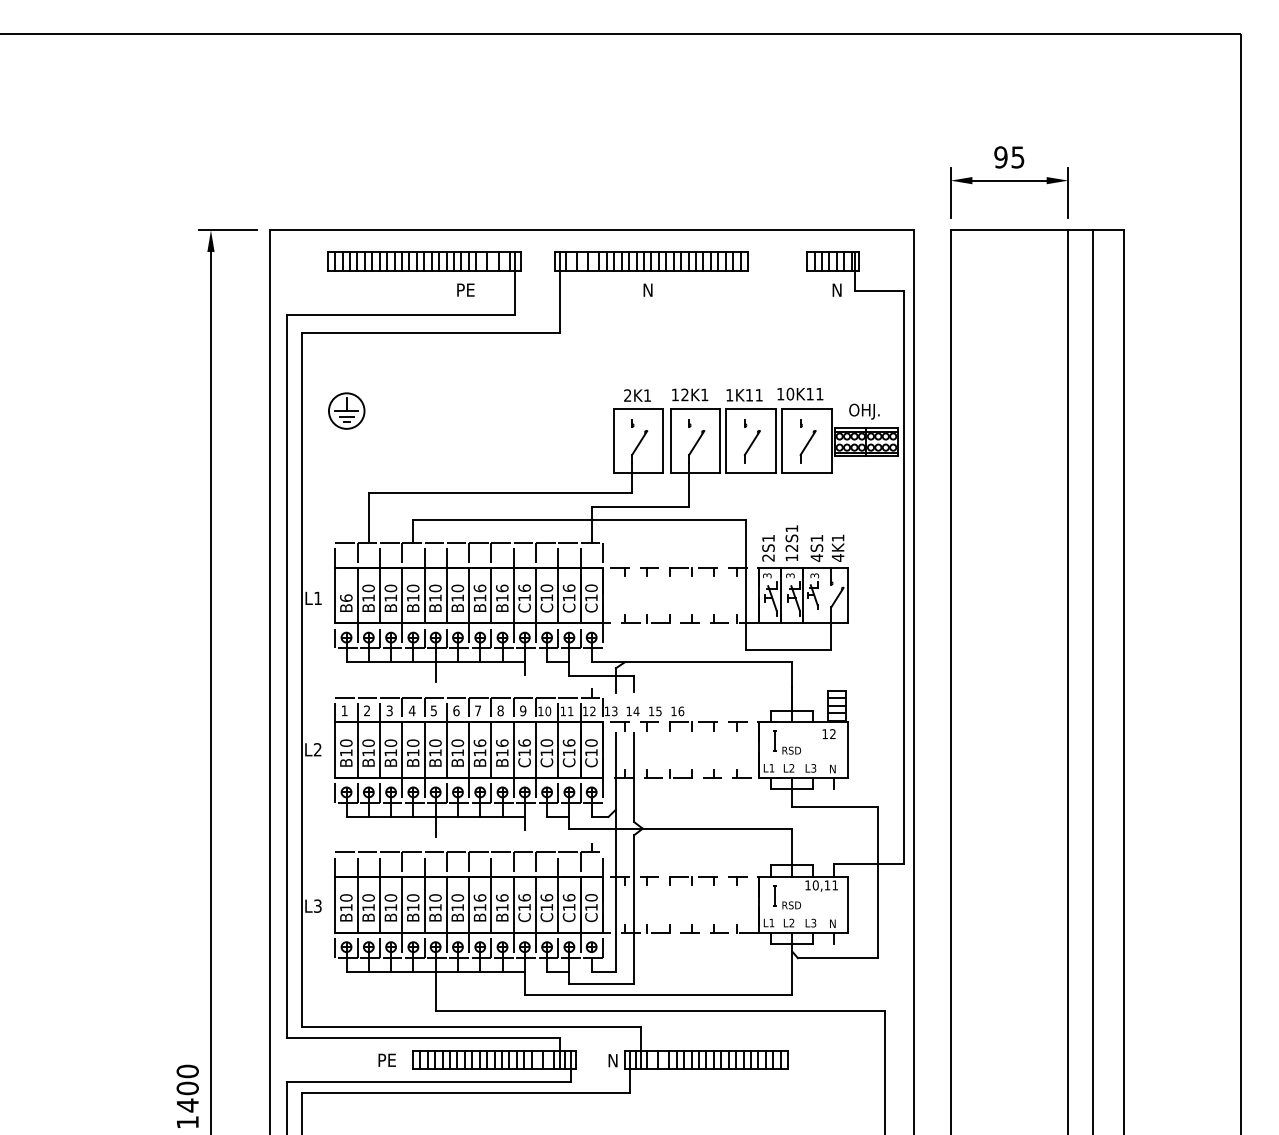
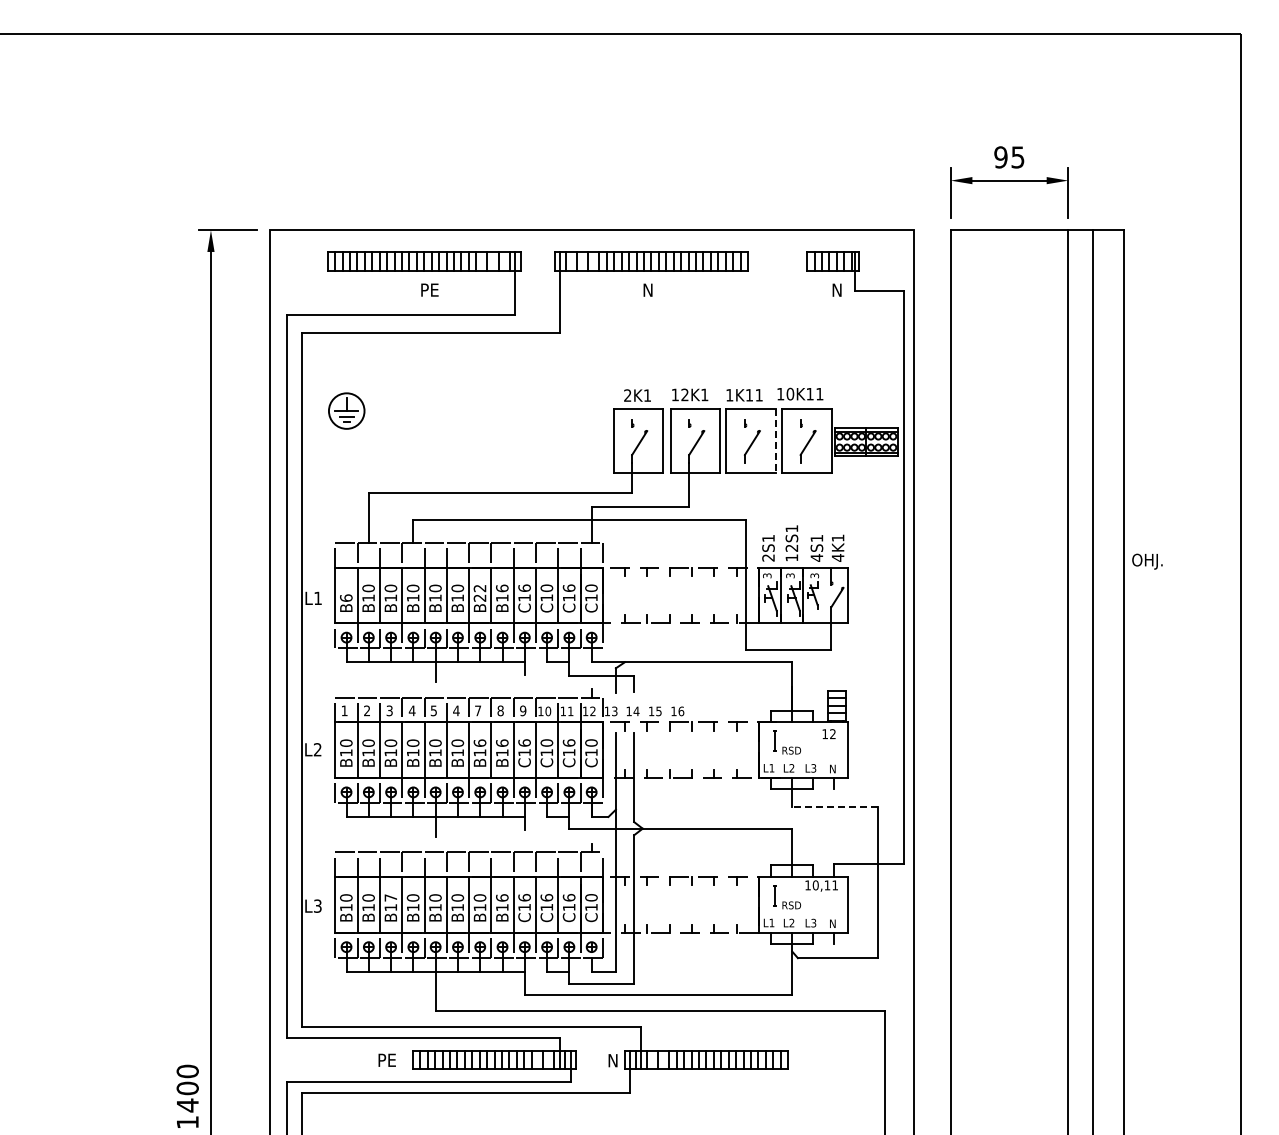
text at (465, 289) position: (465, 289) -> (429, 289)
text at (864, 411) position: (864, 411) -> (1147, 561)
line at (775, 441): solid -> dashed
text at (479, 592): B16 -> B22
text at (456, 710): 6 -> 4
line at (834, 806): solid -> dashed
text at (390, 897): B10 -> B17
text at (479, 897): B16 -> B10
